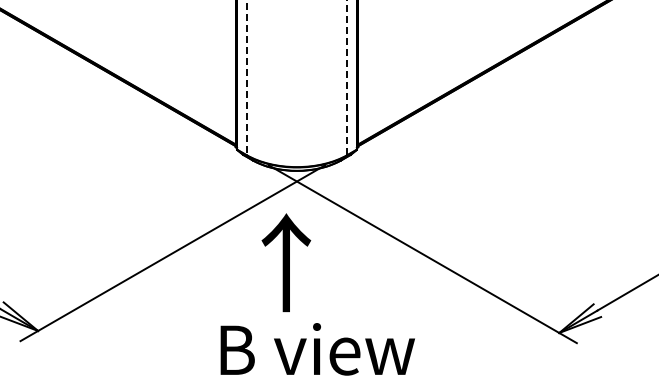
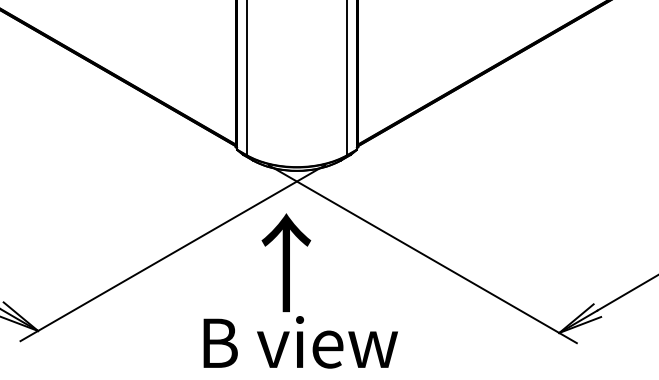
line at (347, 77): dashed -> solid
line at (246, 78): dashed -> solid
text at (317, 349) position: (317, 349) -> (300, 342)
